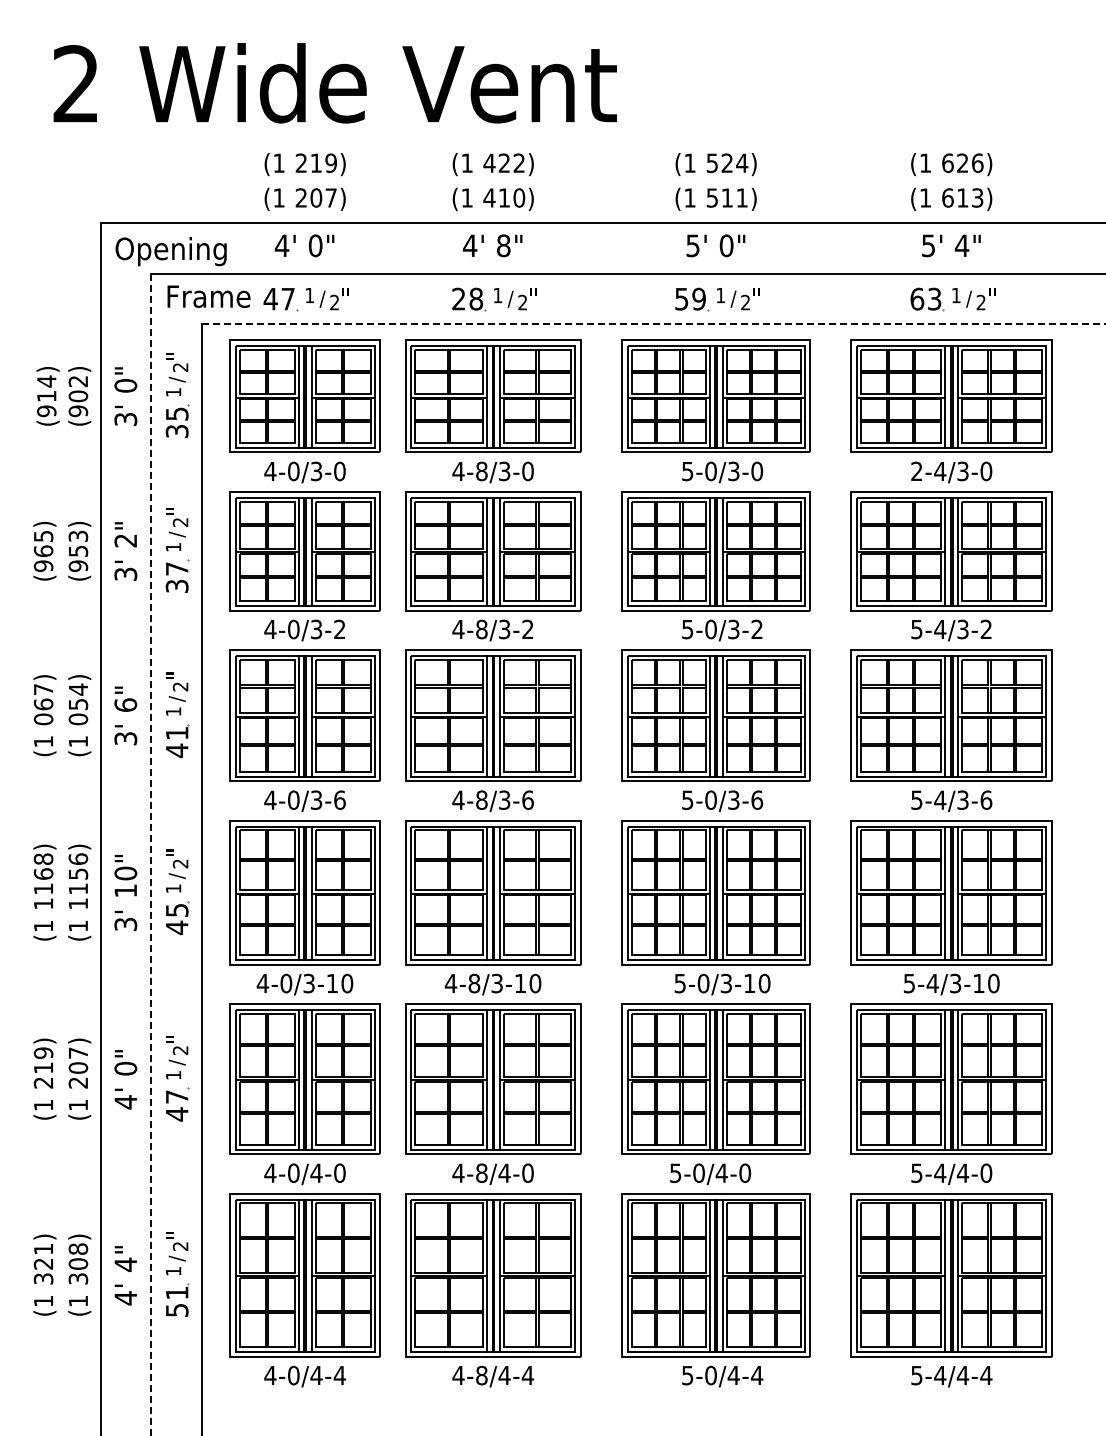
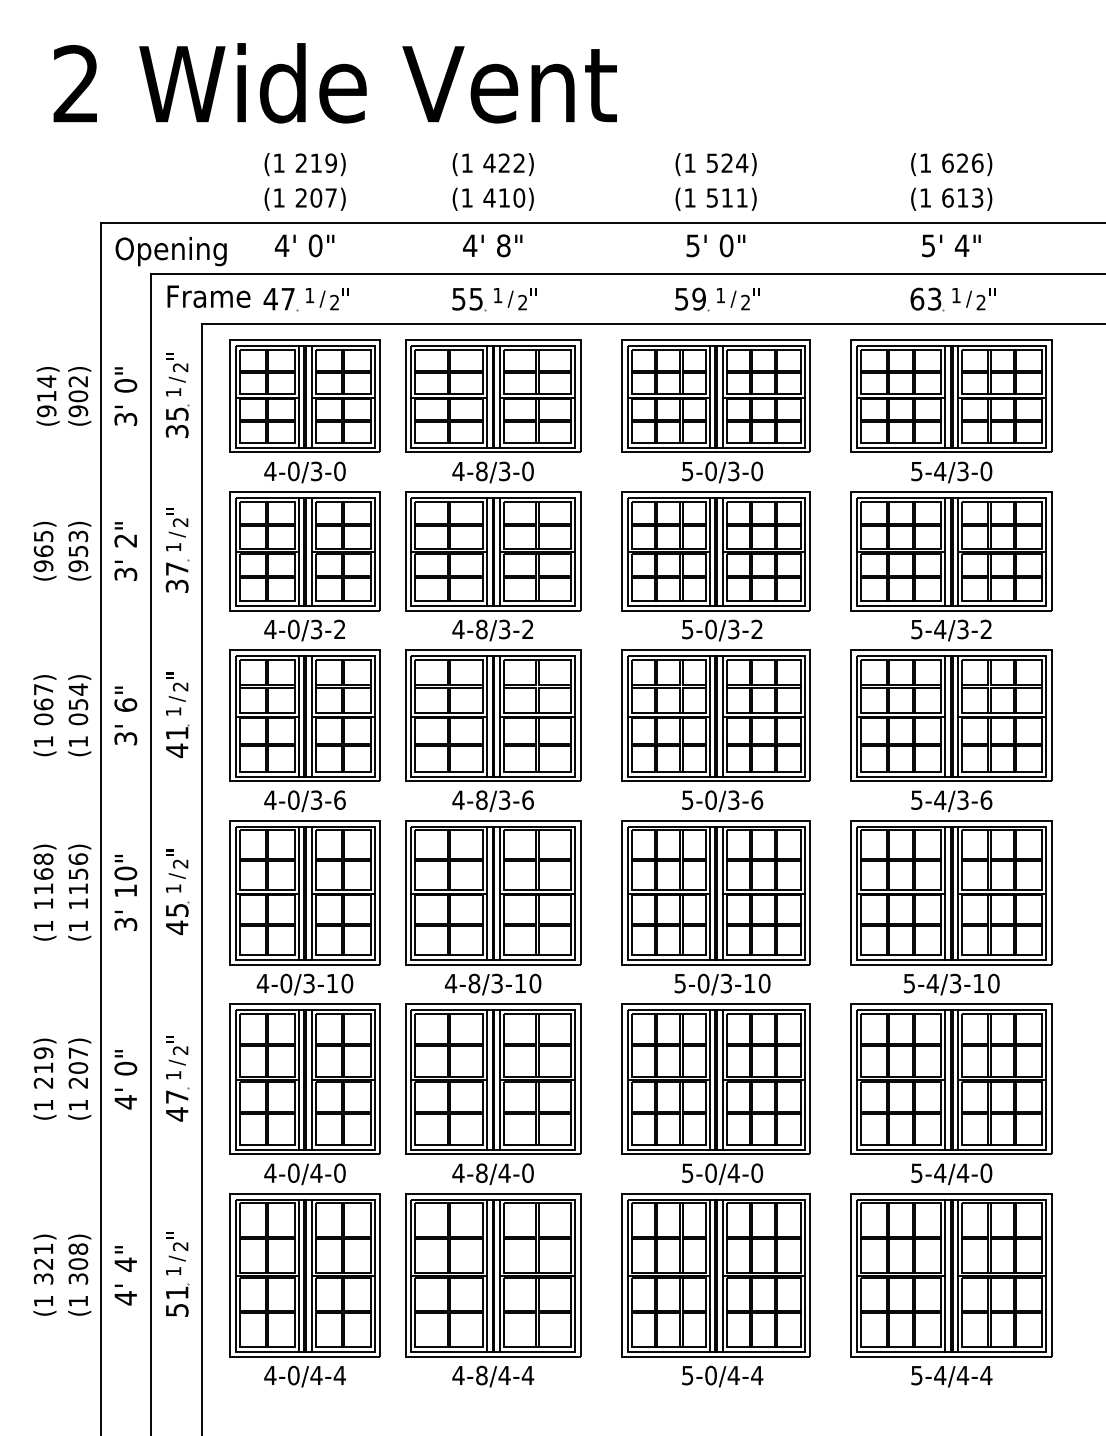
text at (467, 298): 28 -> 55
line at (653, 324): dashed -> solid
text at (916, 471): 2-4/3-0 -> 5-4/3-0
line at (151, 854): dashed -> solid
text at (710, 1174) position: (710, 1174) -> (722, 1174)
